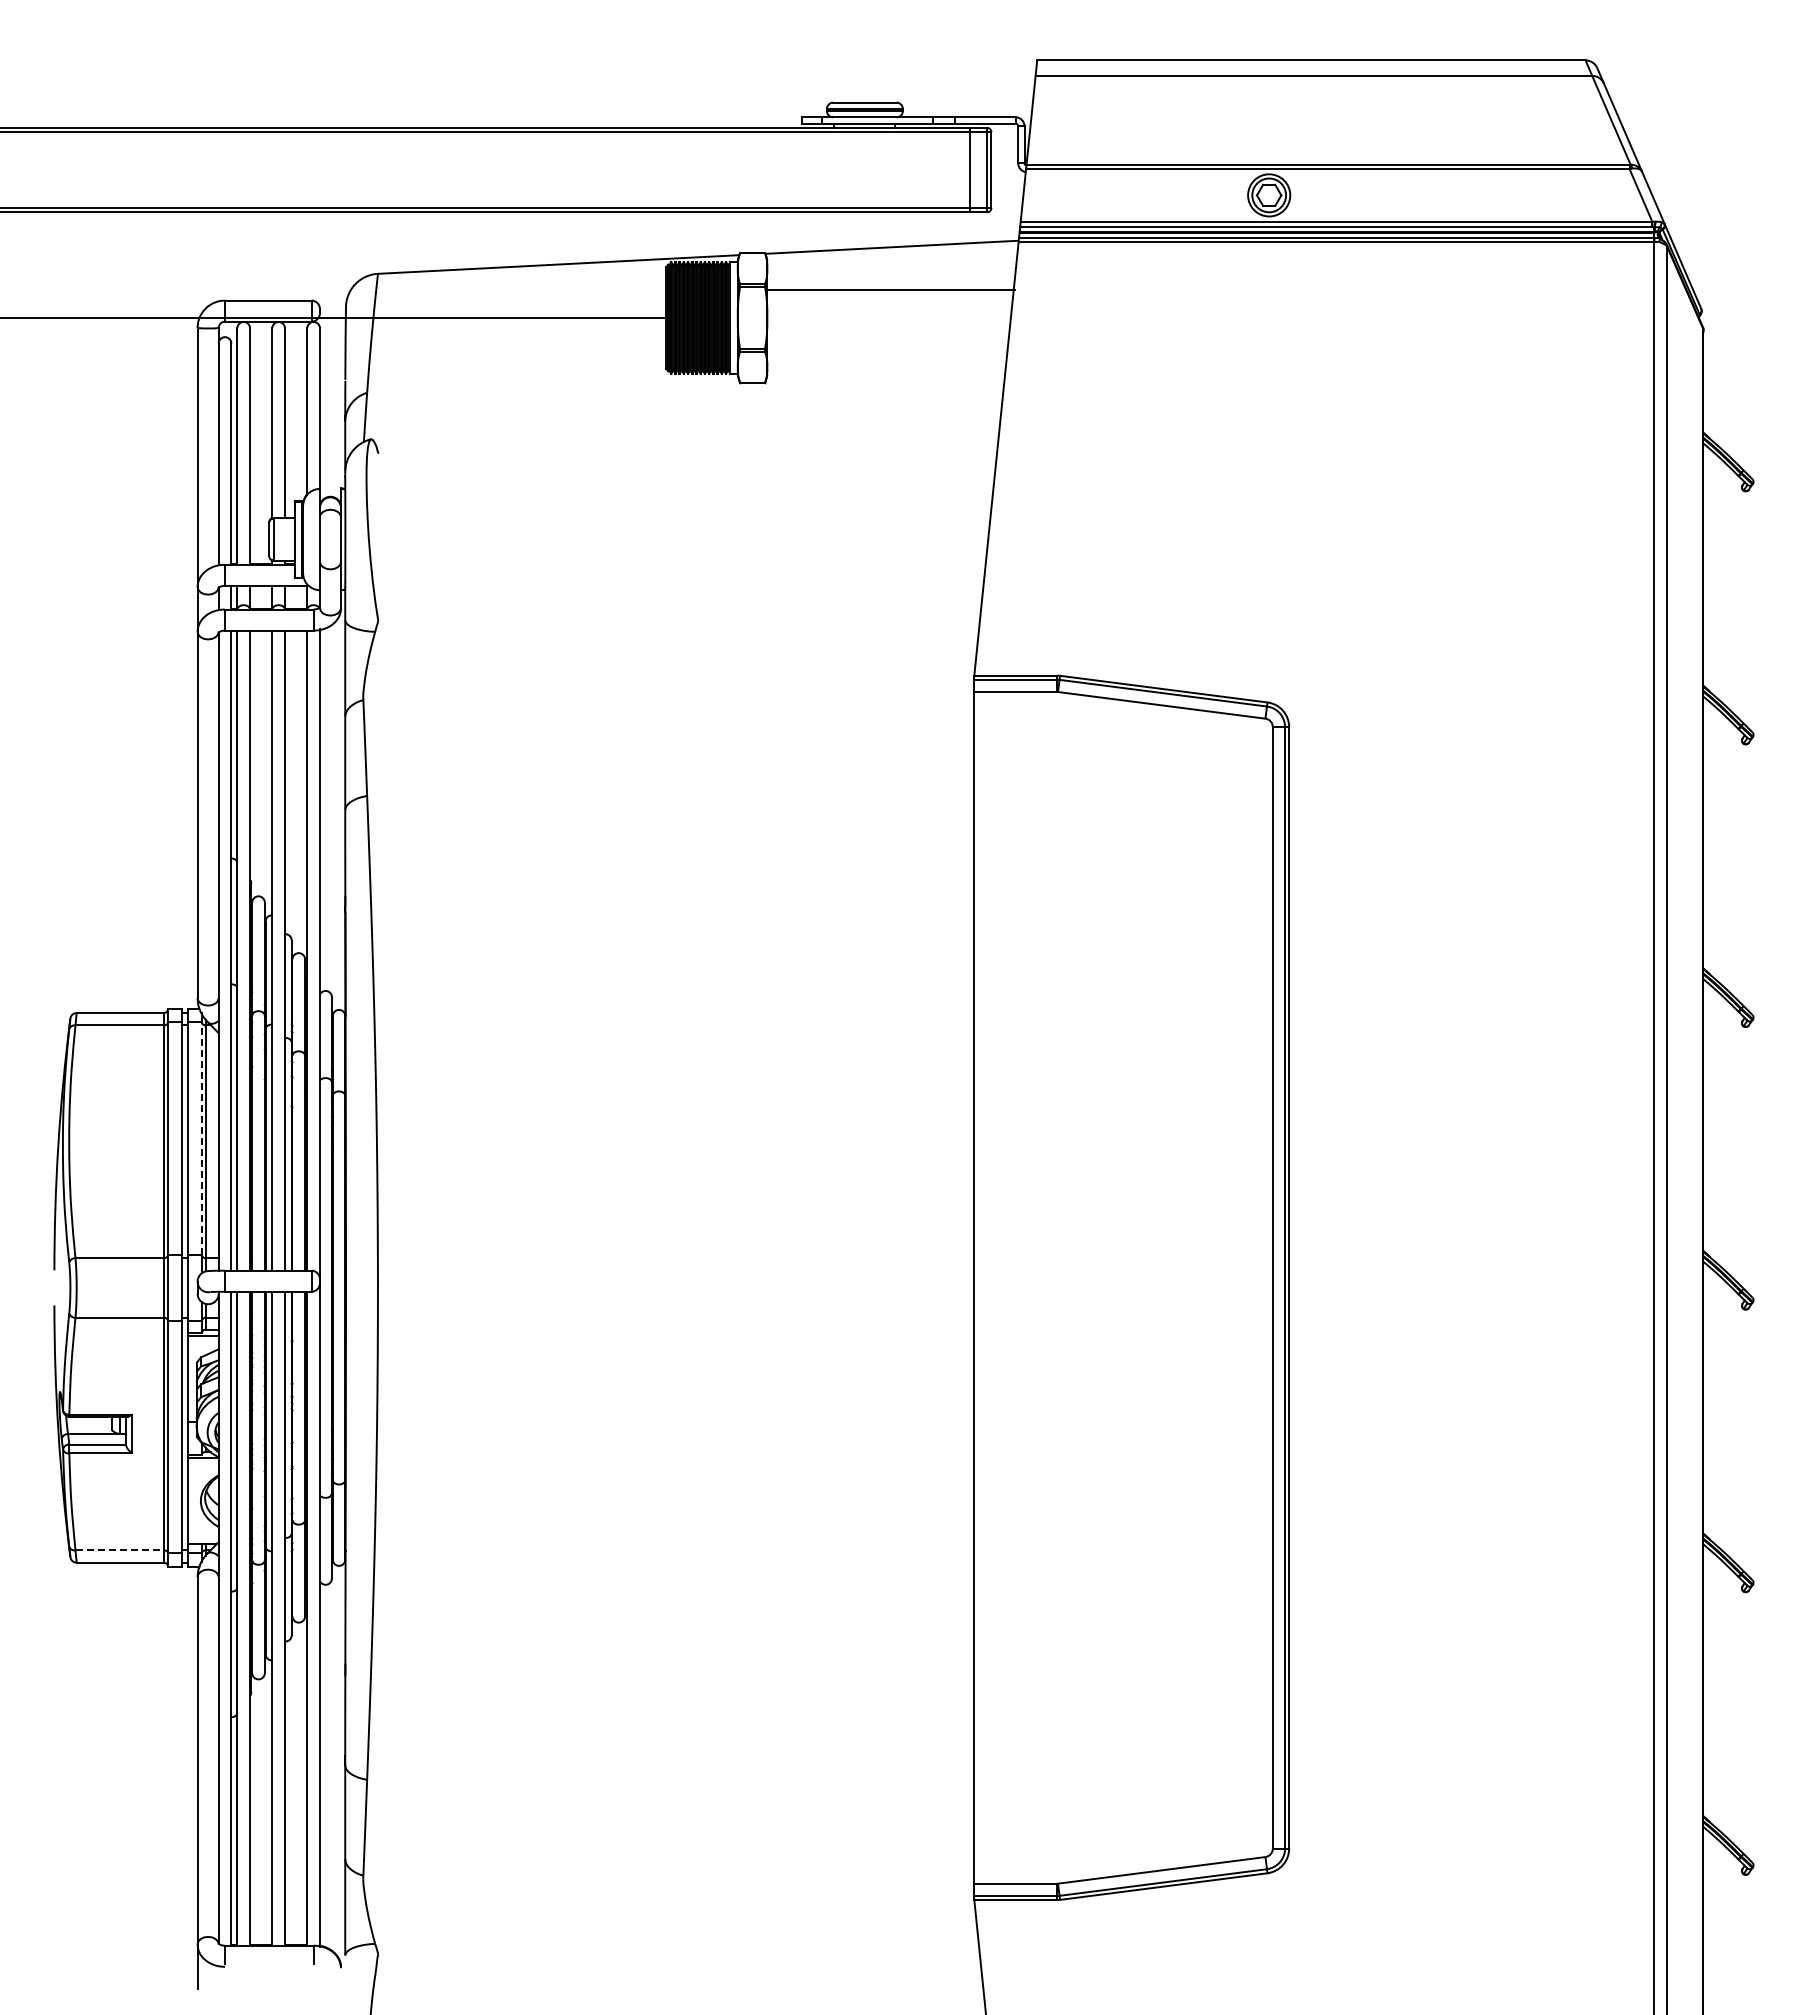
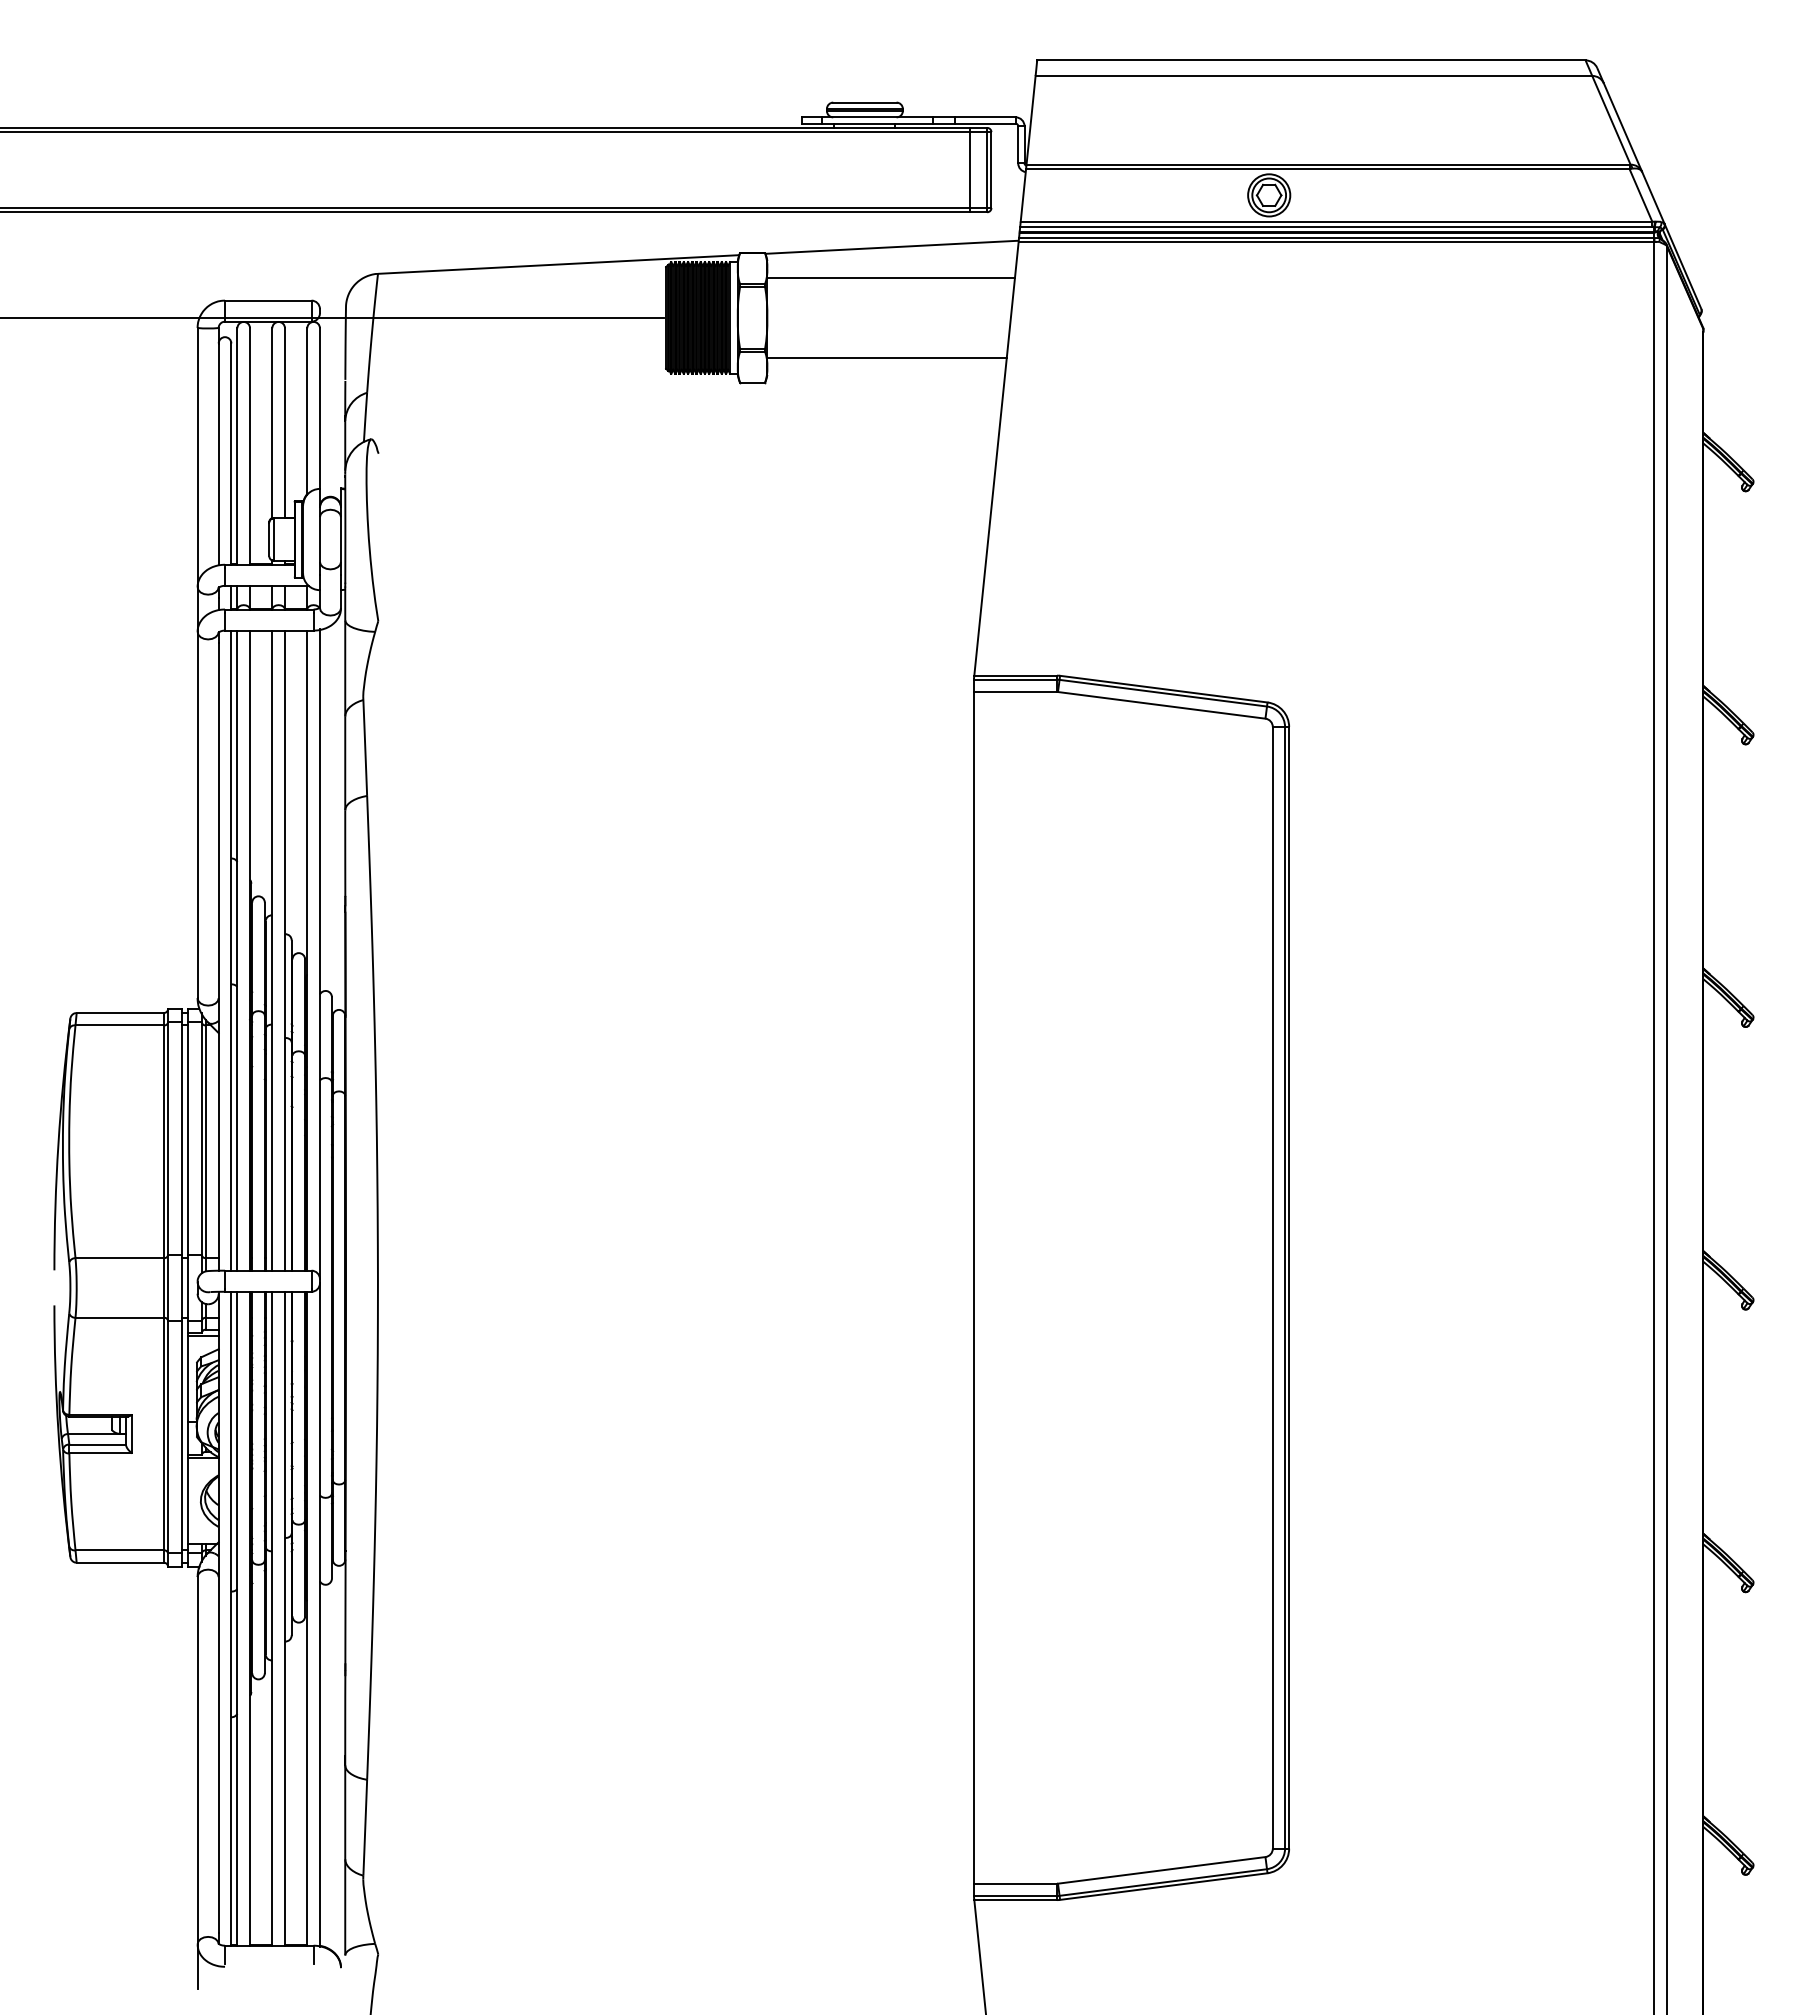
line at (890, 289) position: (890, 289) -> (890, 277)
line at (886, 358): none -> present
line at (201, 1138): dashed -> solid
line at (120, 1550): dashed -> solid
